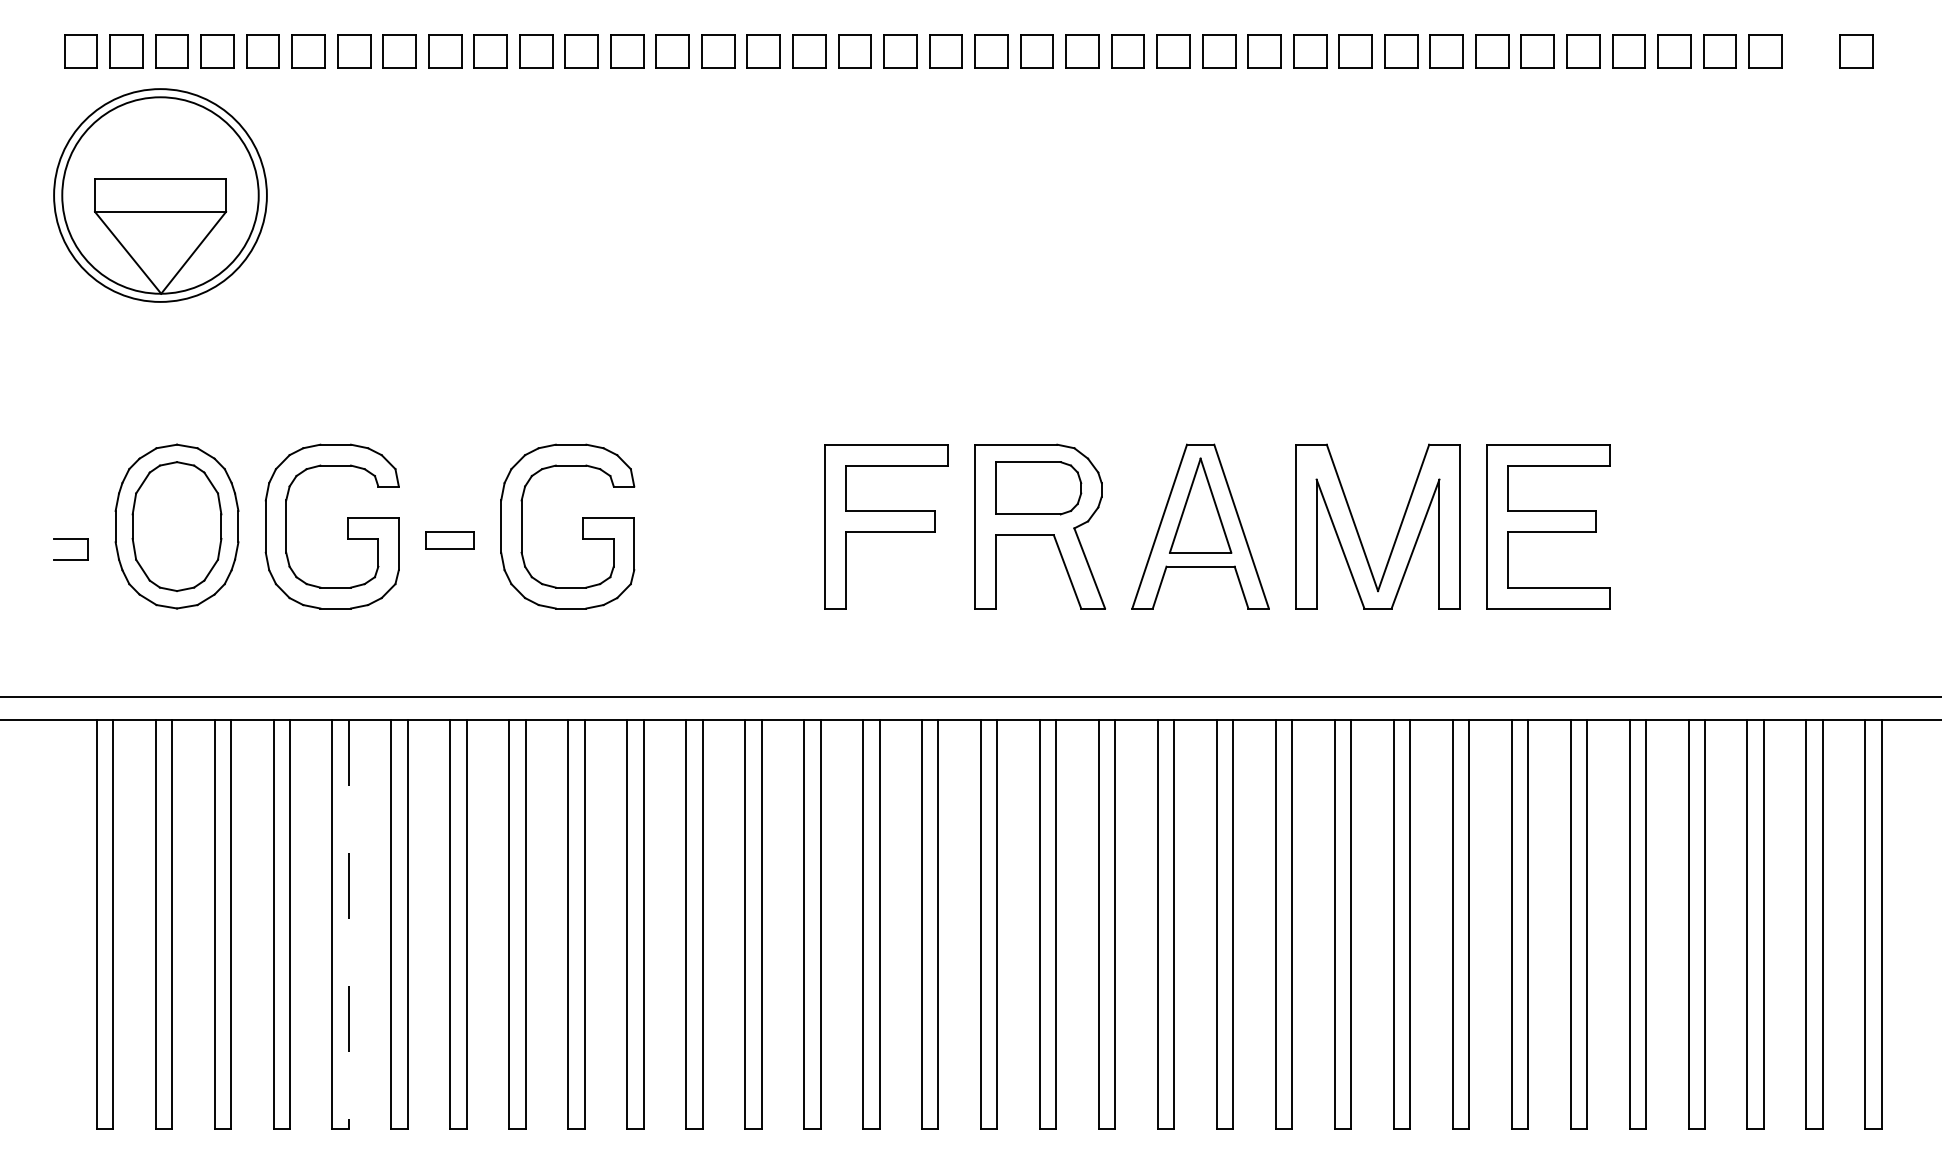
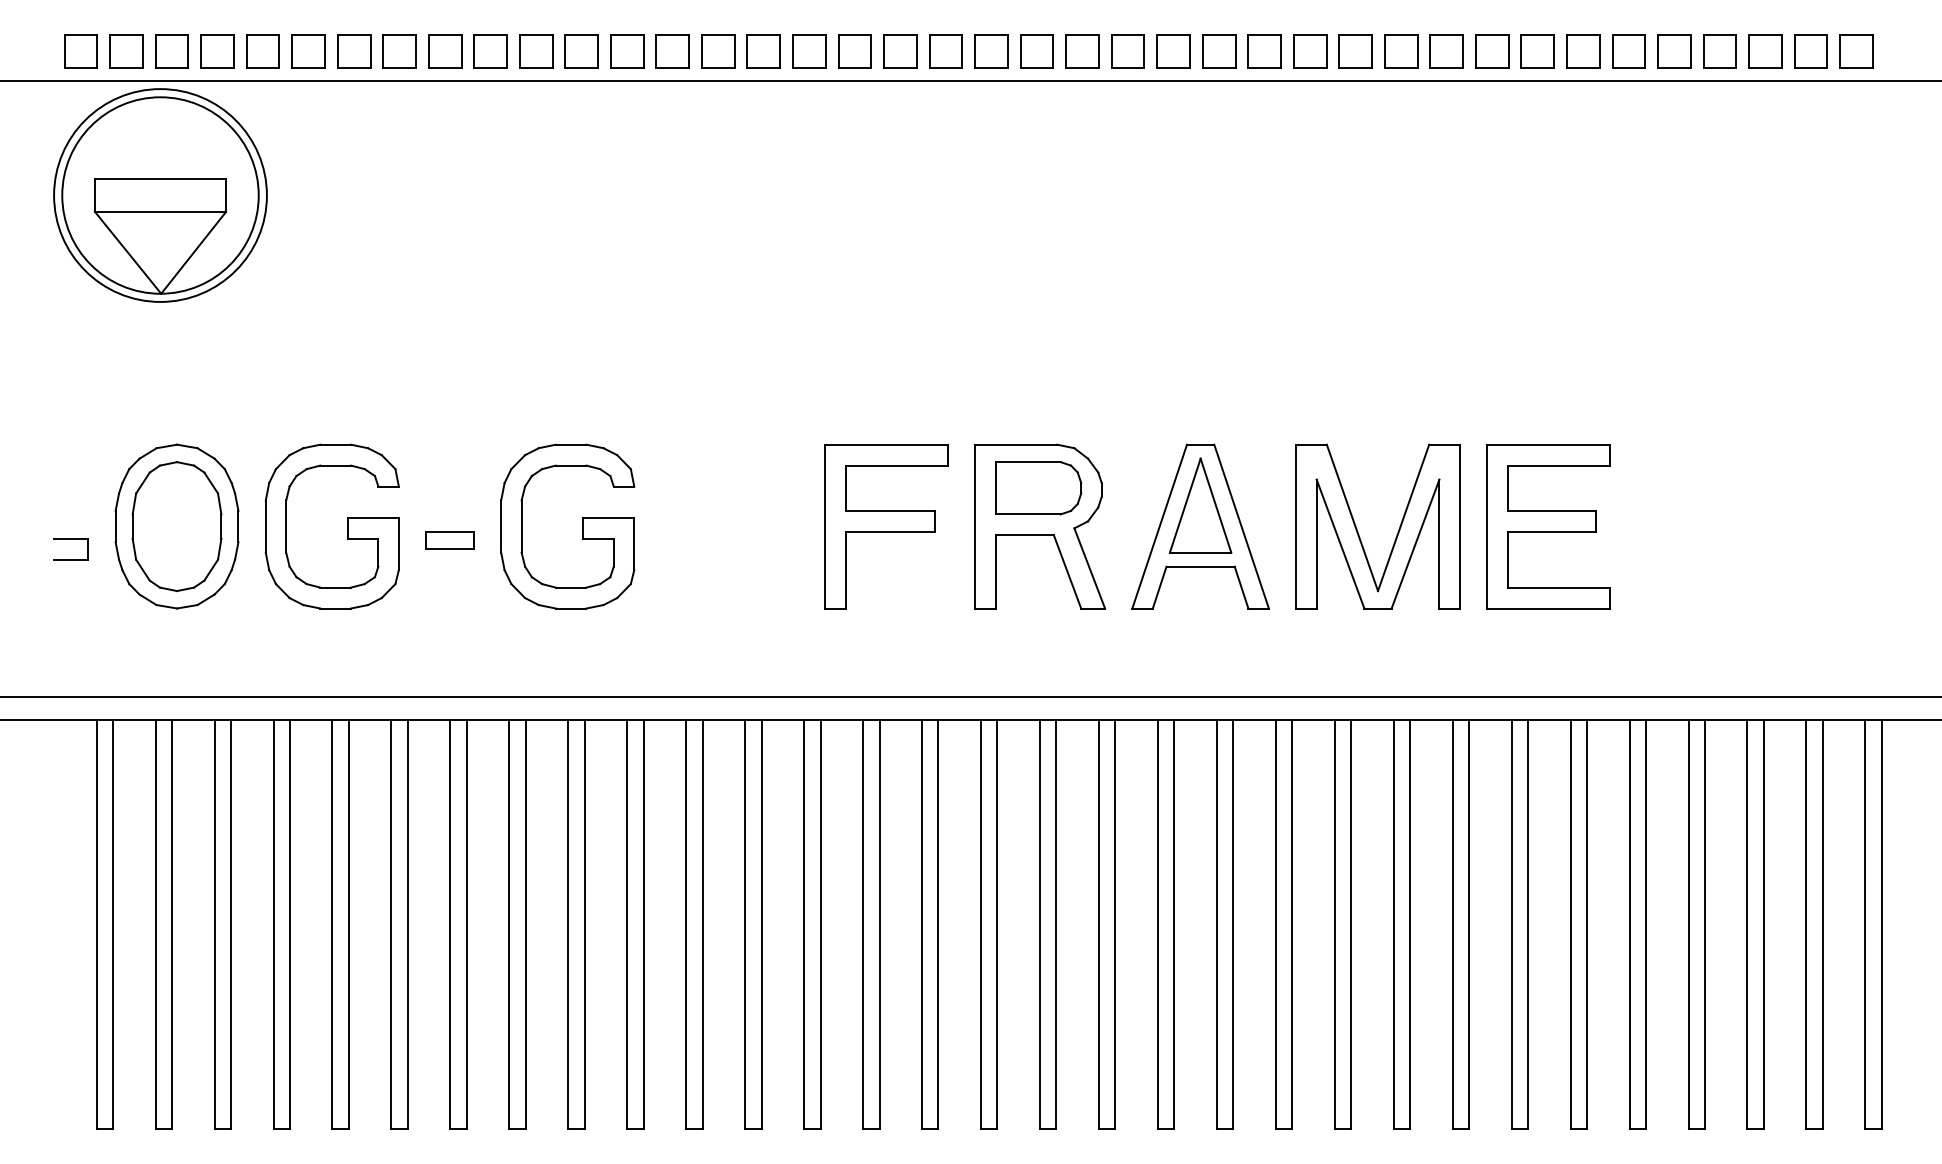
part at (1810, 51): none -> present
line at (970, 80): none -> present
line at (348, 924): dashed -> solid
